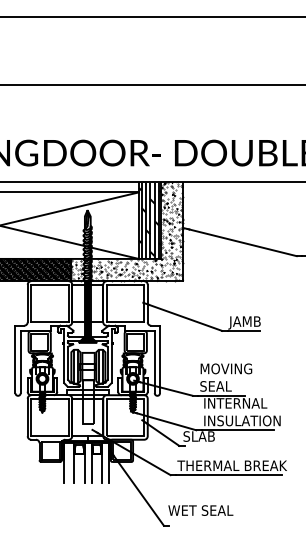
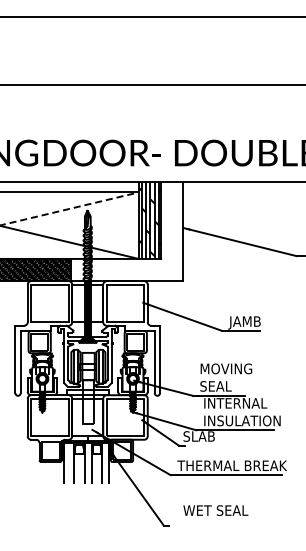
line at (70, 208): solid -> dashed
hatch at (127, 231): present -> none
text at (200, 510) position: (200, 510) -> (215, 510)
